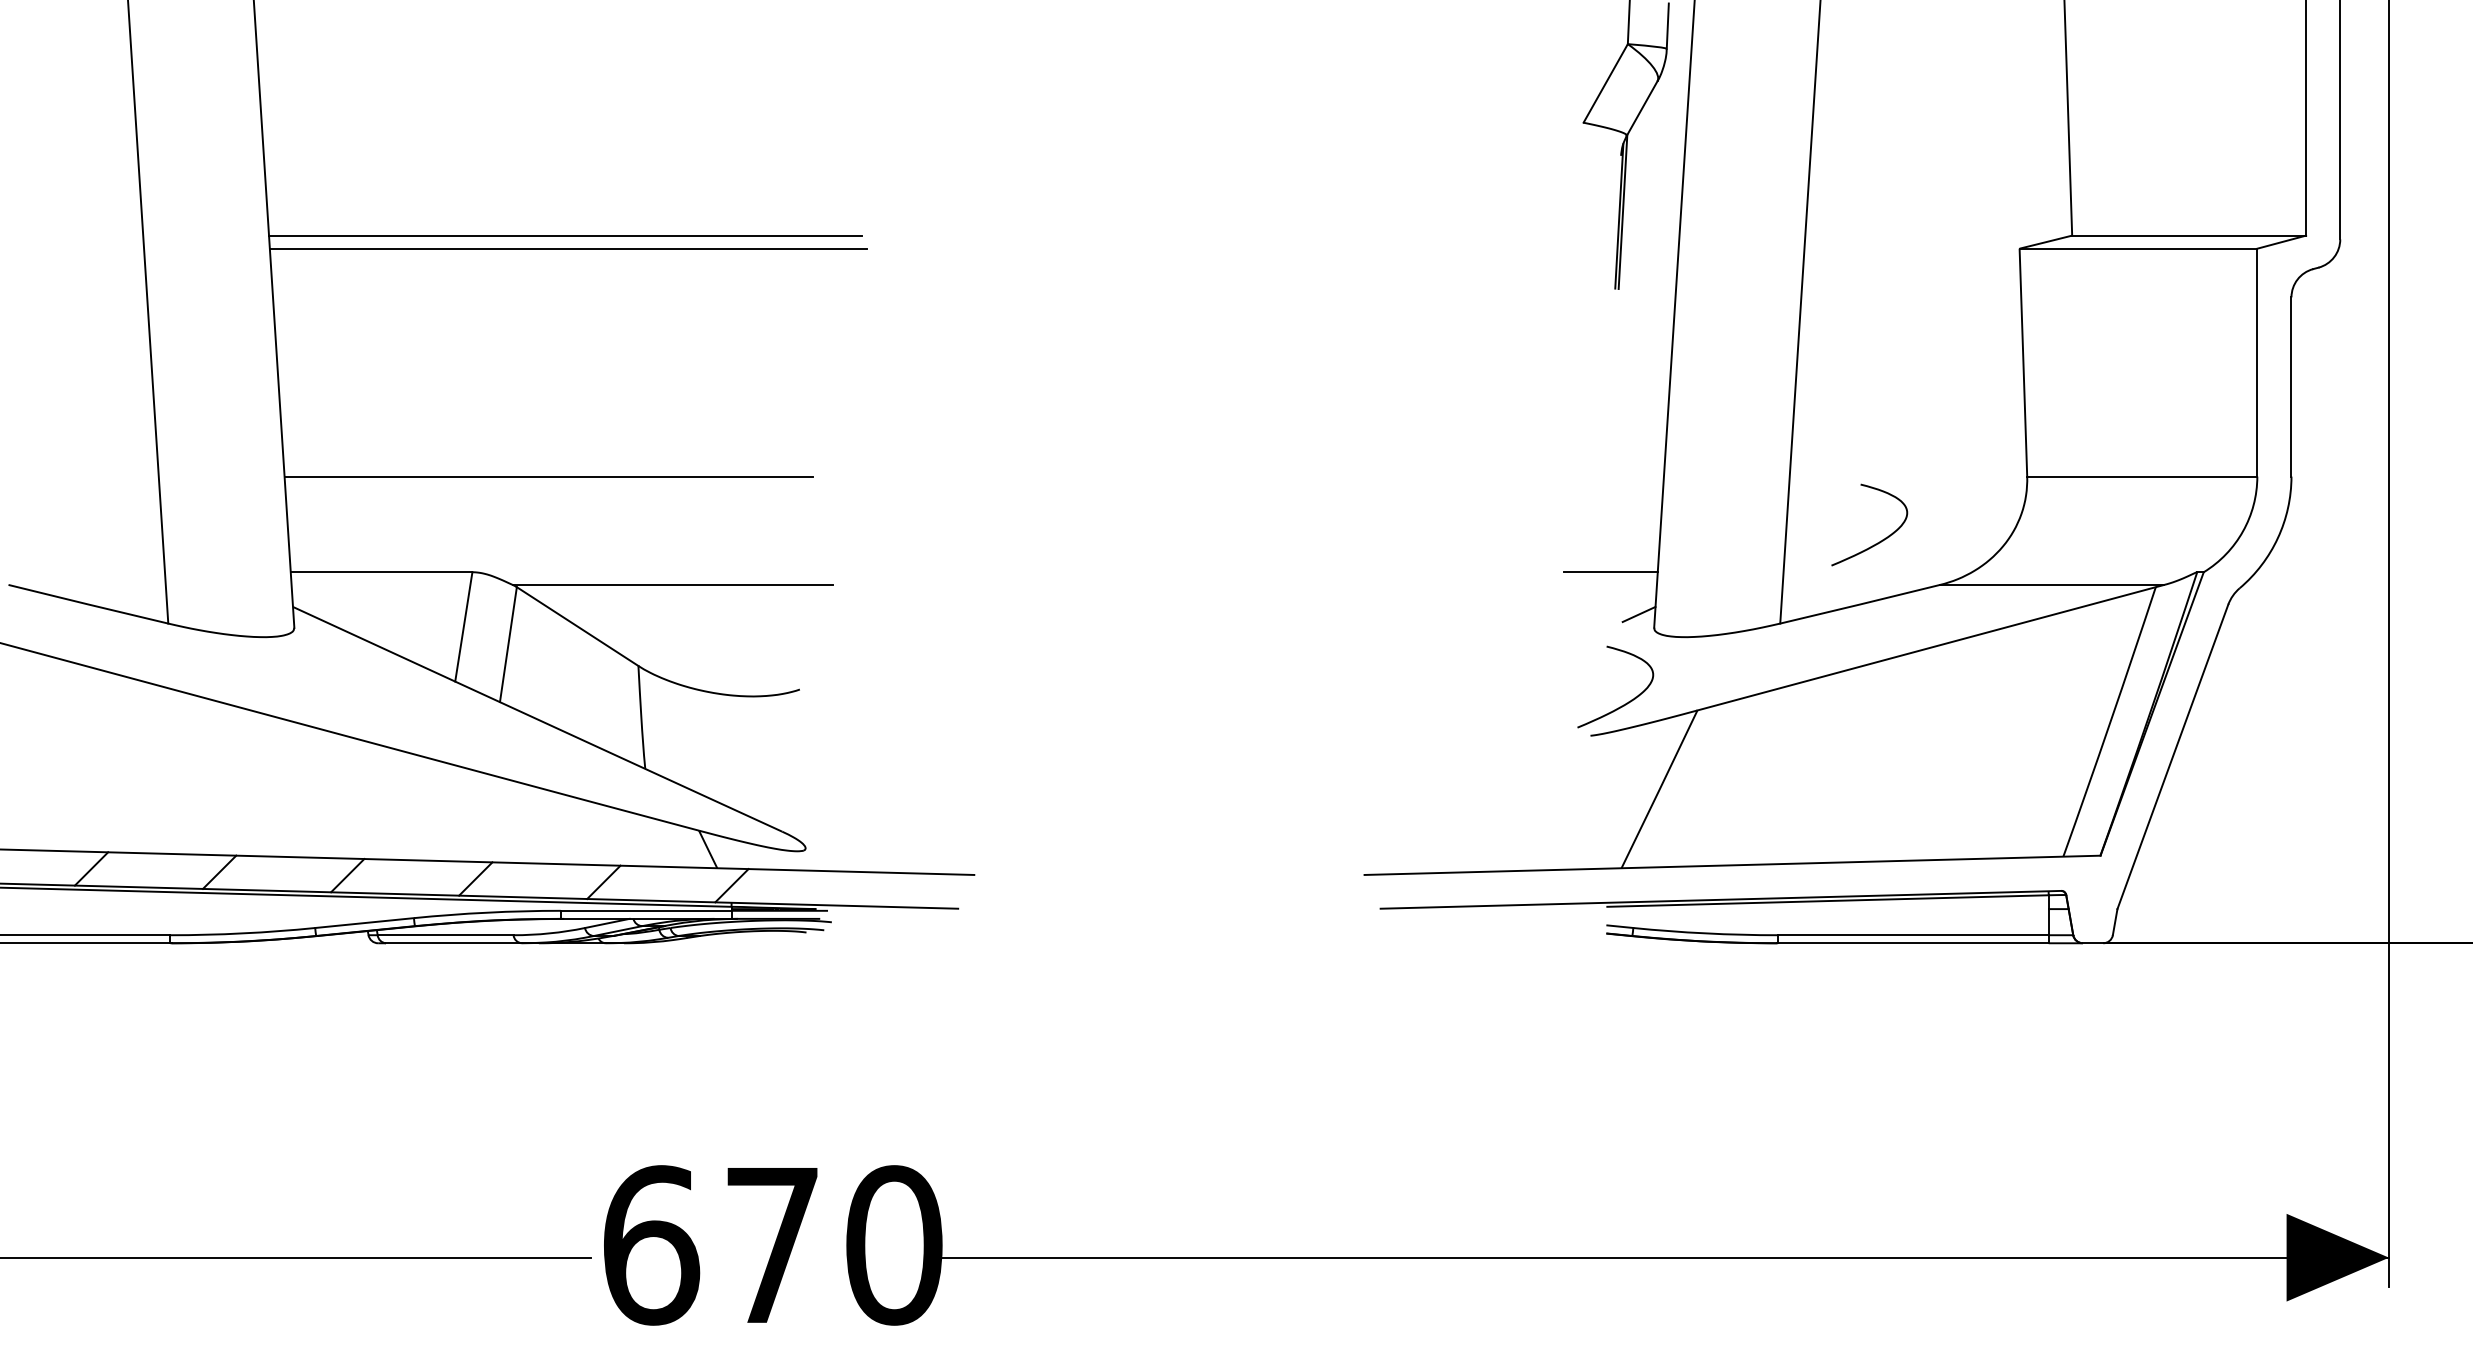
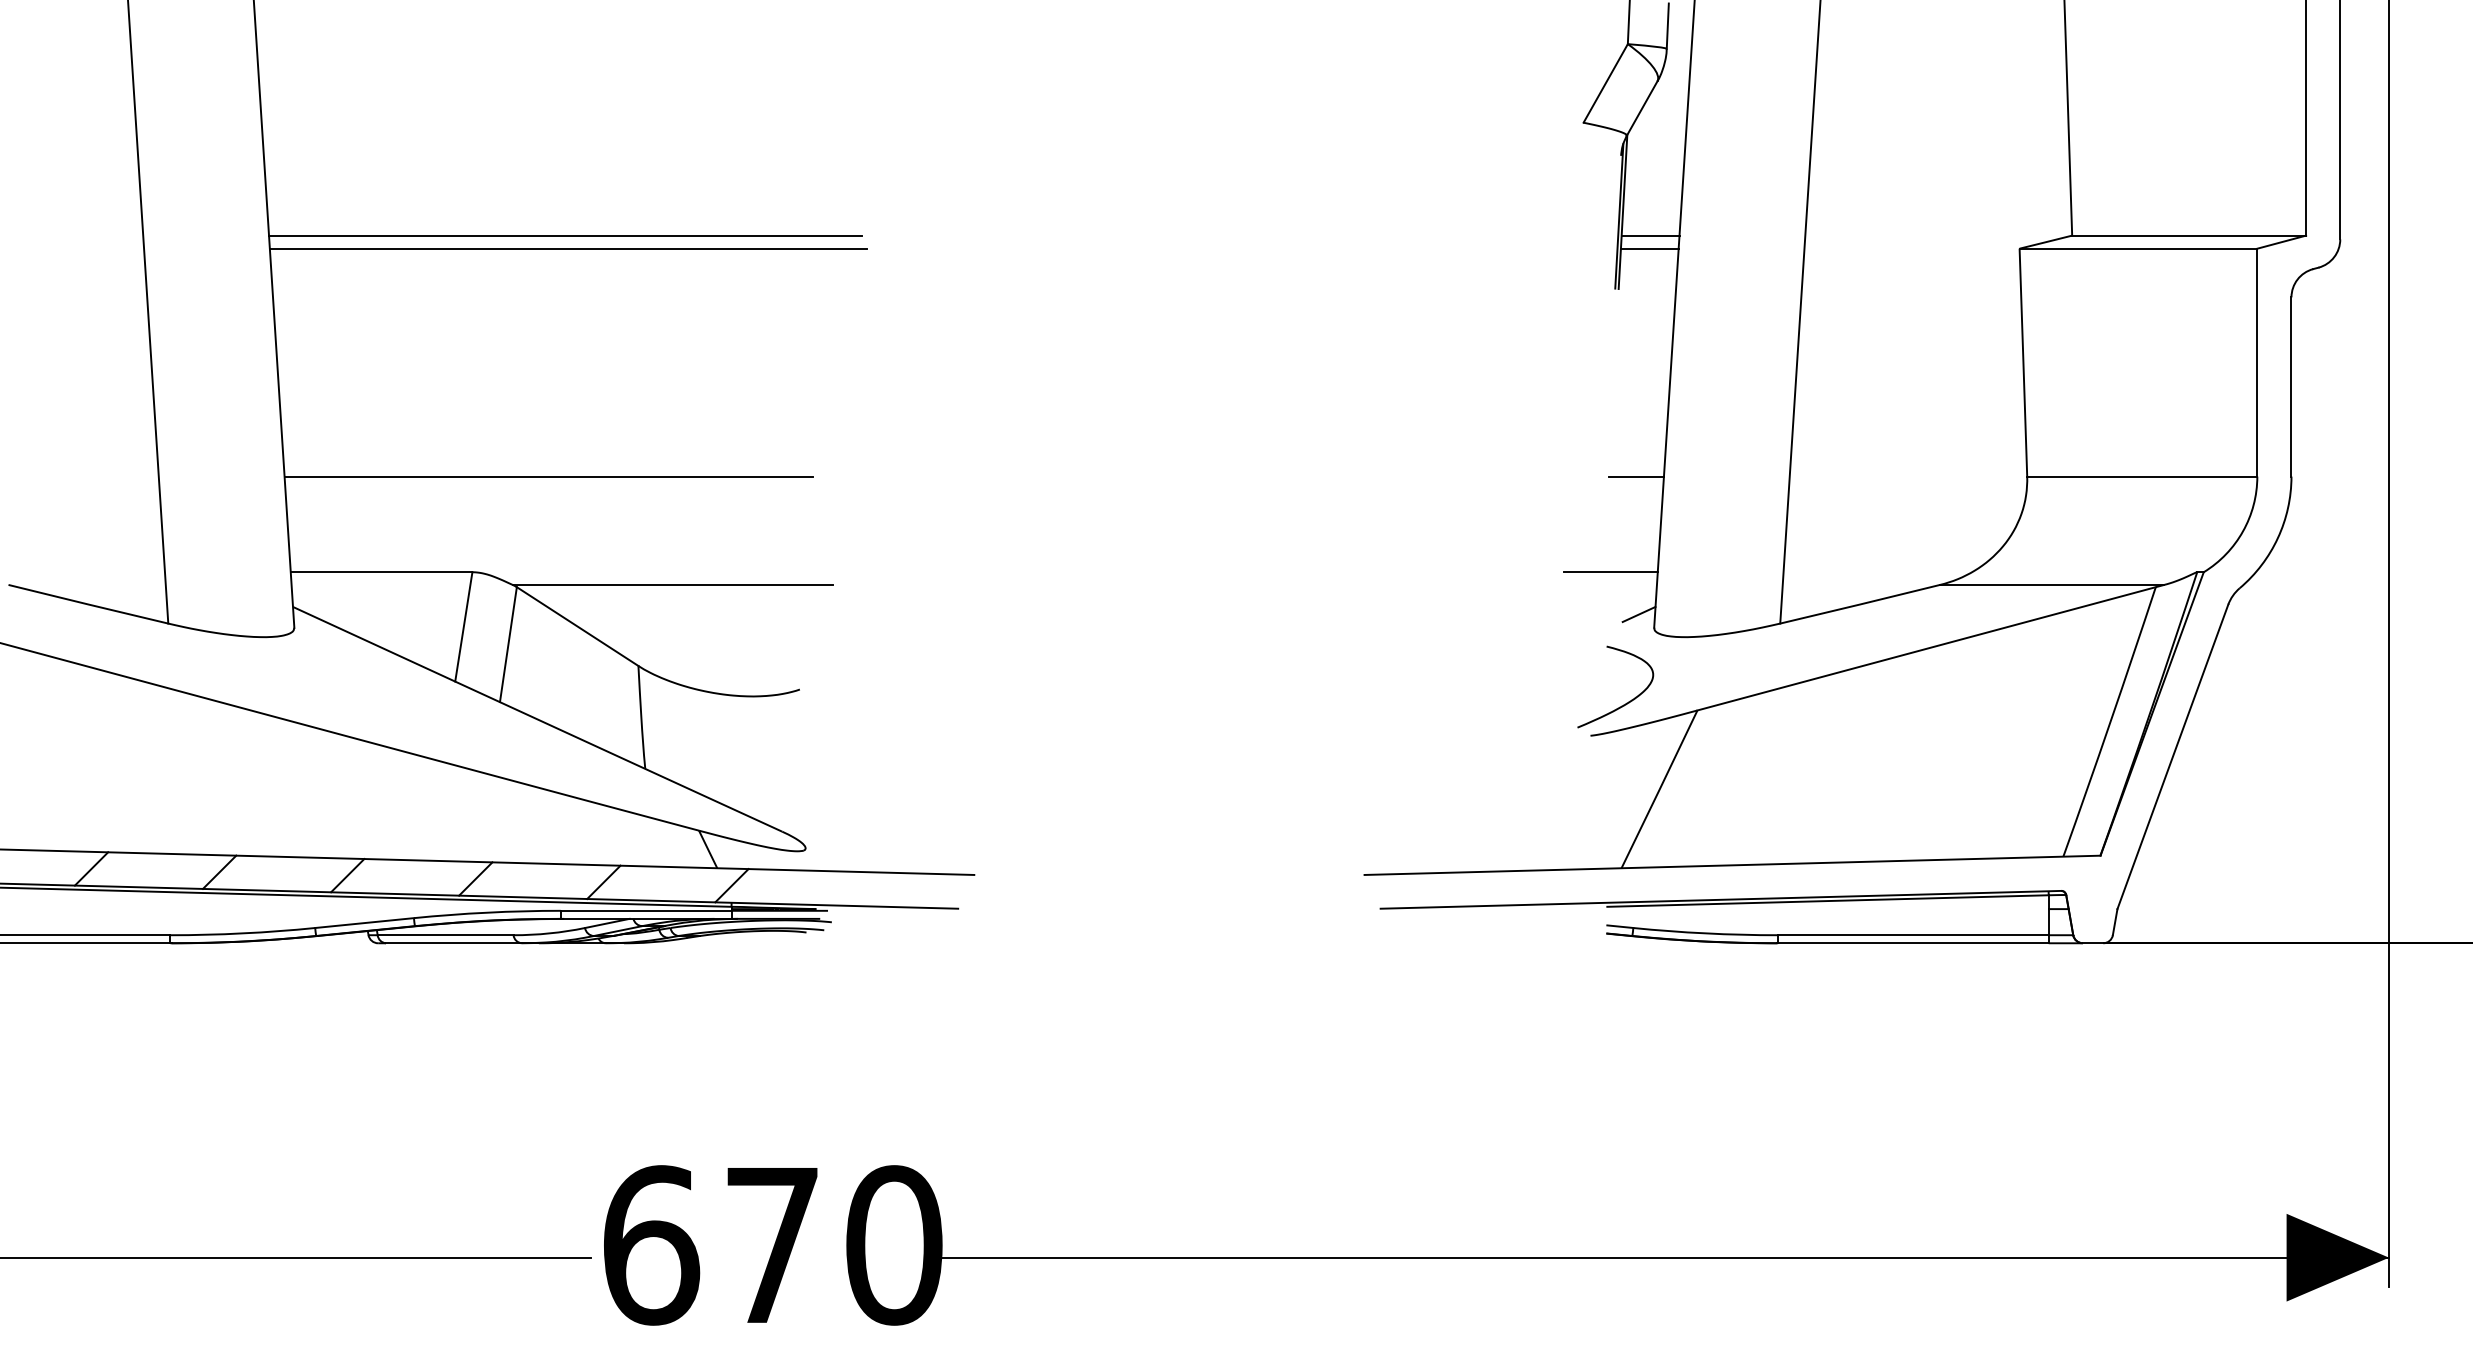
line at (1650, 235): none -> present
line at (1649, 248): none -> present
line at (1636, 476): none -> present
curve at (1880, 540): present -> none
